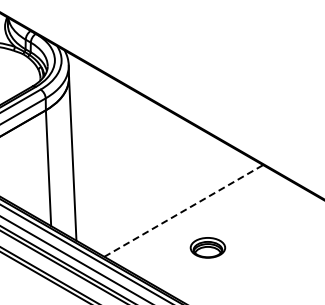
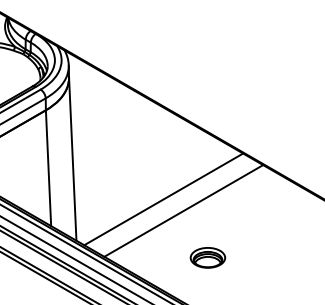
line at (163, 199): none -> present
line at (183, 210): dashed -> solid
part at (207, 247) position: (207, 247) -> (207, 257)
